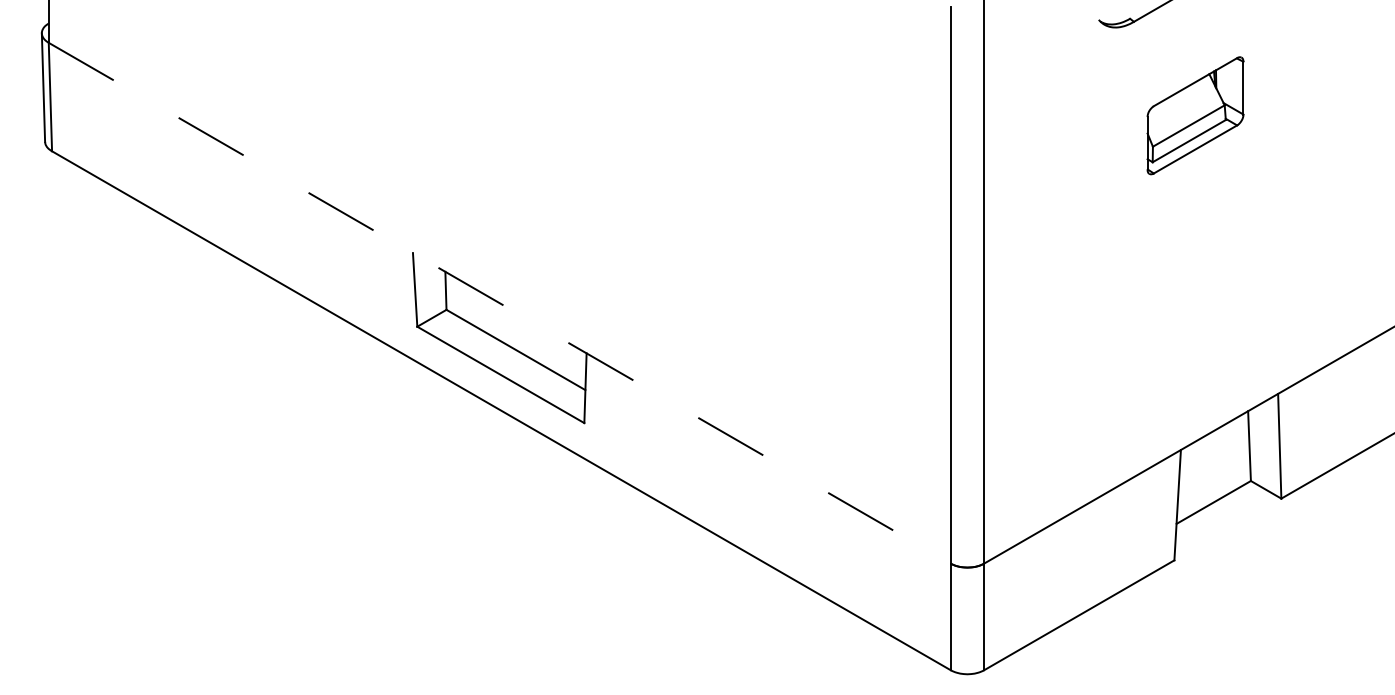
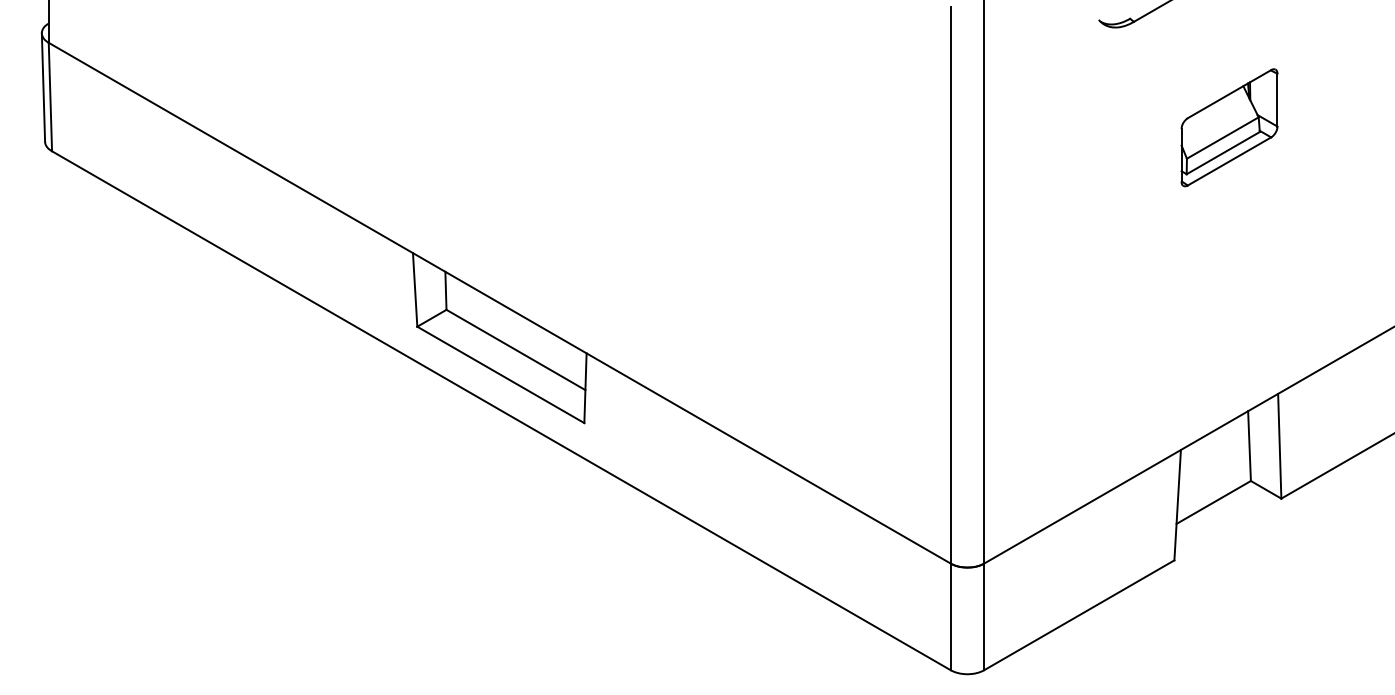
part at (1195, 115) position: (1195, 115) -> (1229, 127)
line at (499, 303): dashed -> solid
